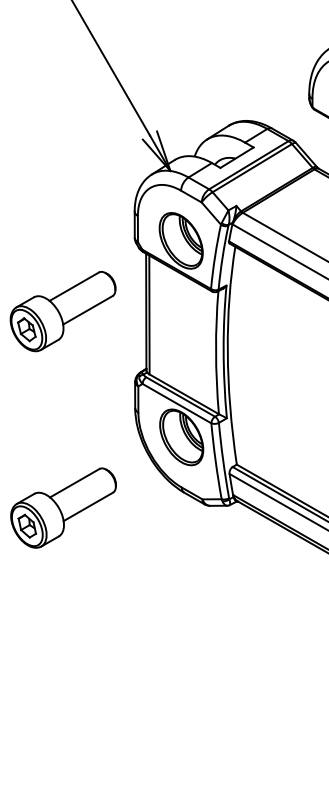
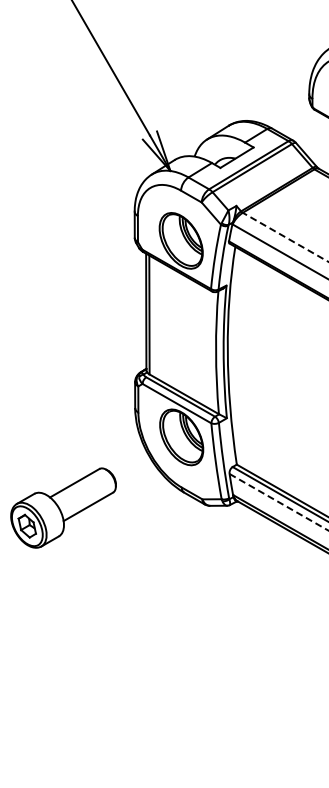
line at (285, 237): solid -> dashed
part at (62, 311): present -> none
line at (279, 502): solid -> dashed
